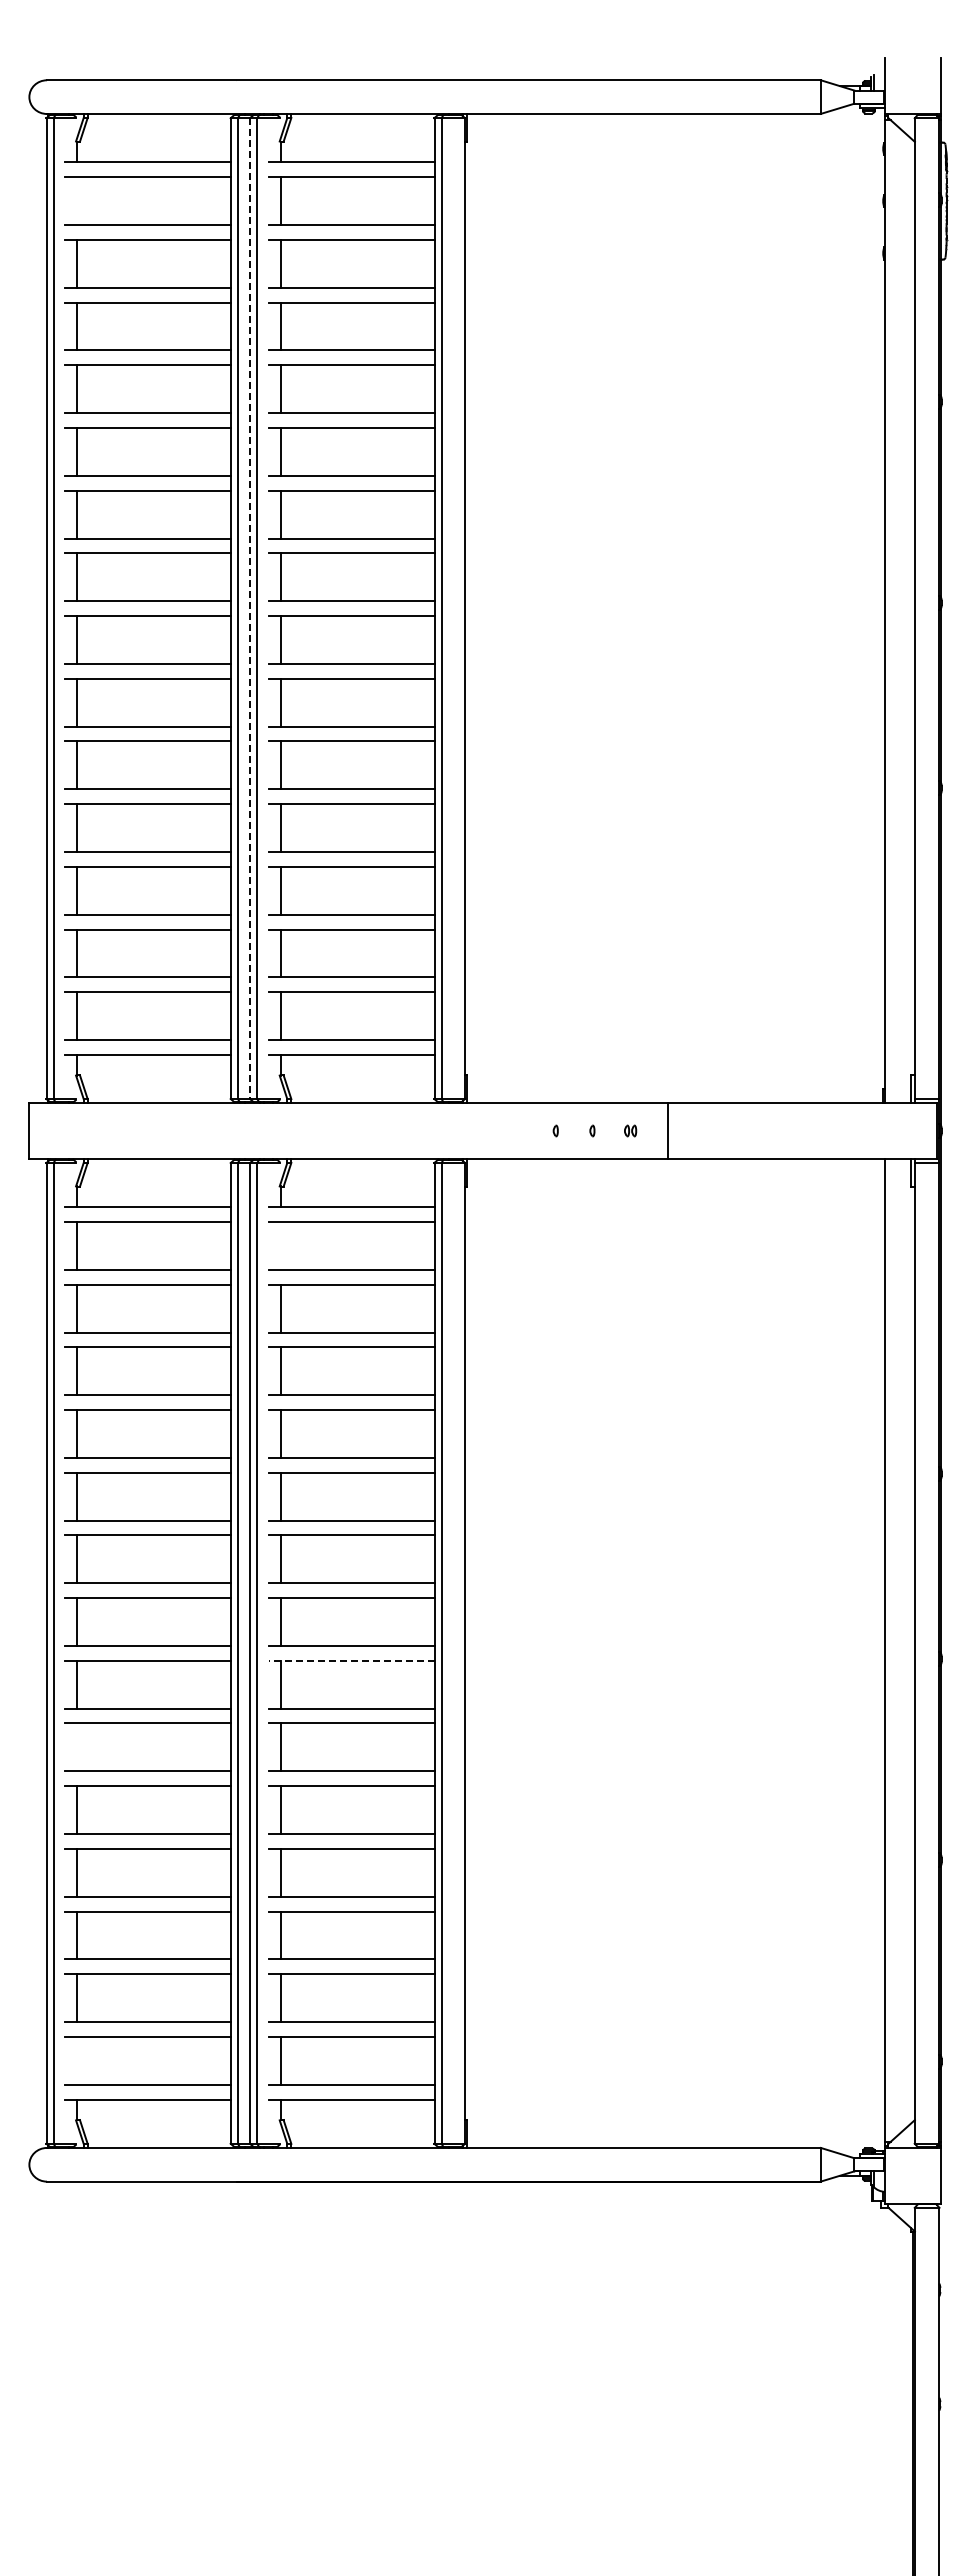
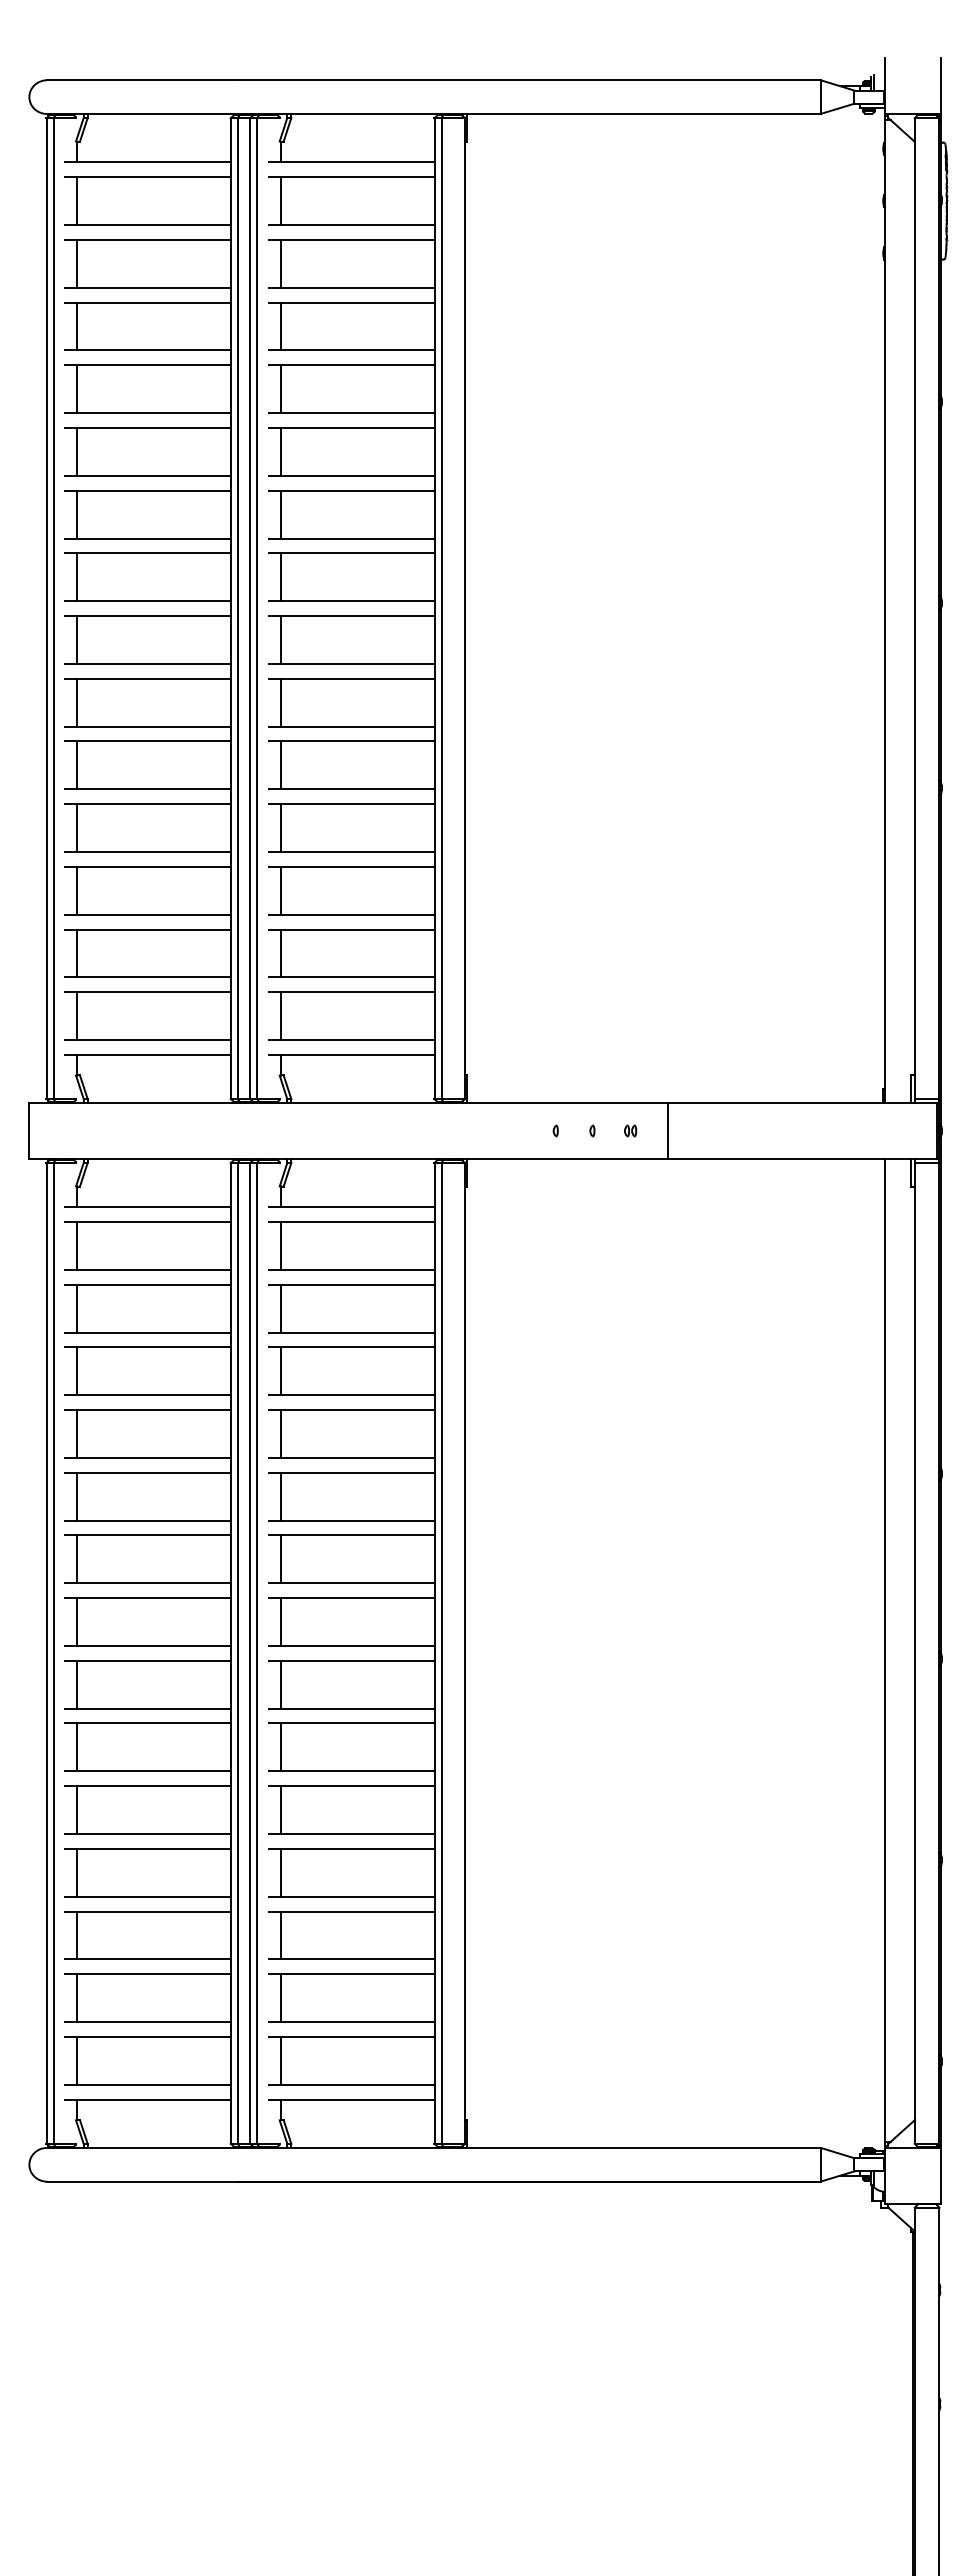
line at (77, 201): none -> present
line at (250, 609): dashed -> solid
line at (280, 1245): none -> present
line at (351, 1660): dashed -> solid
line at (77, 1747): none -> present
line at (77, 2060): none -> present
